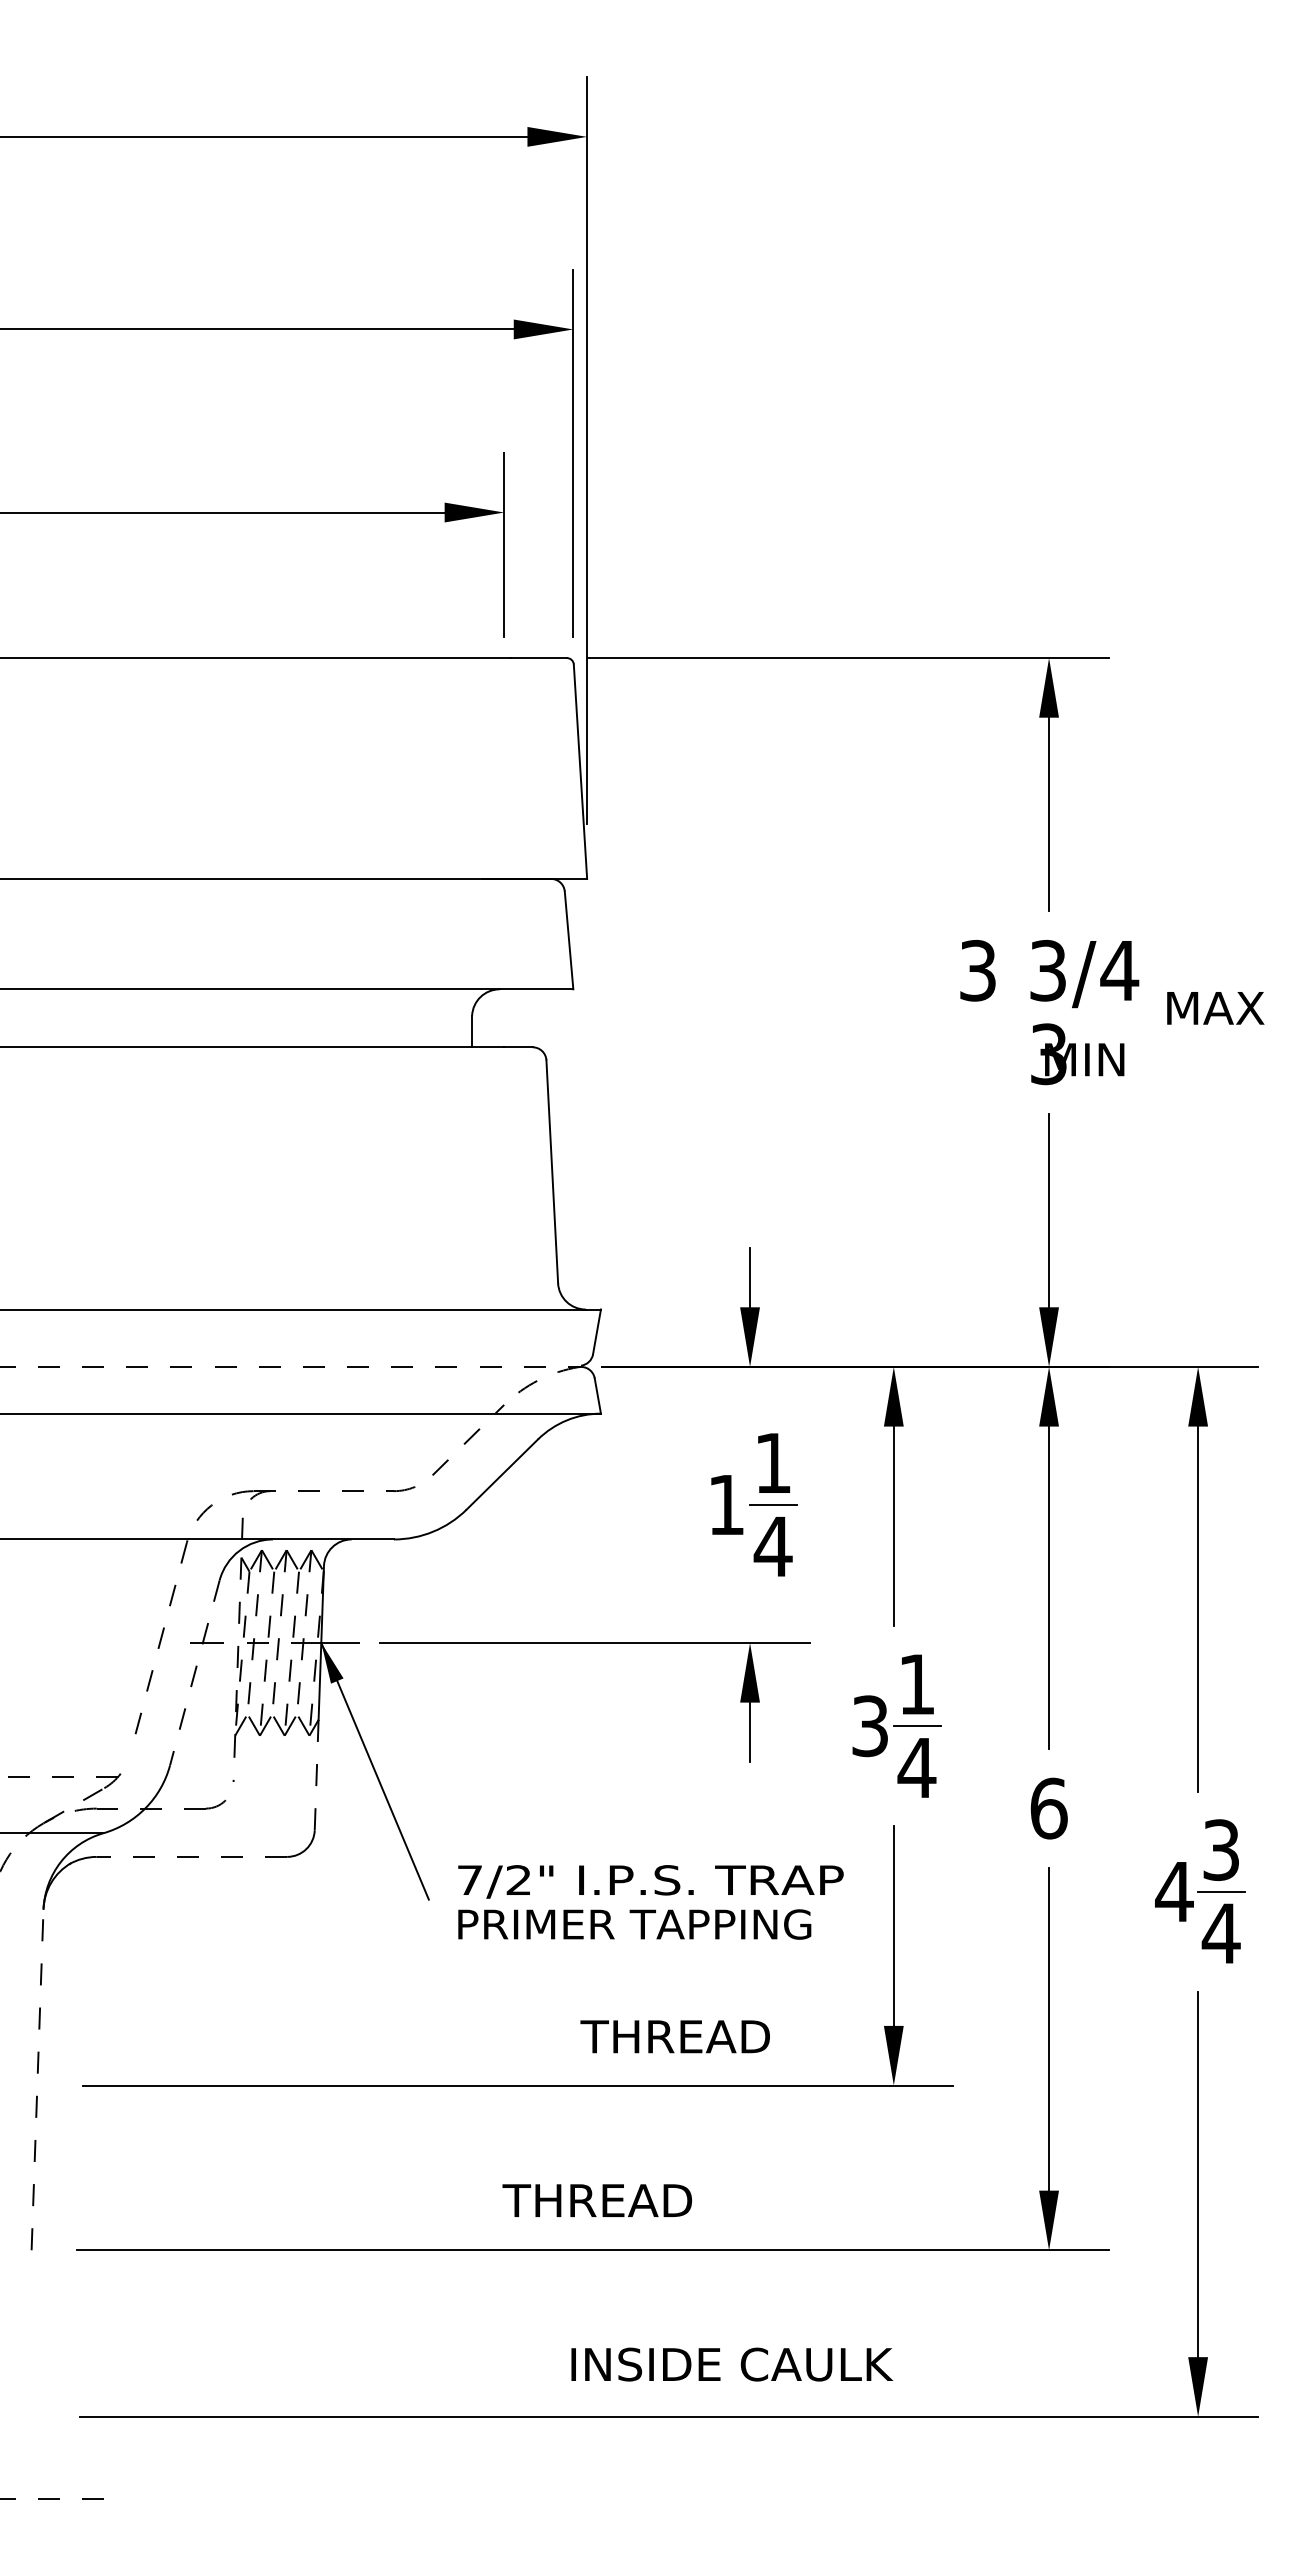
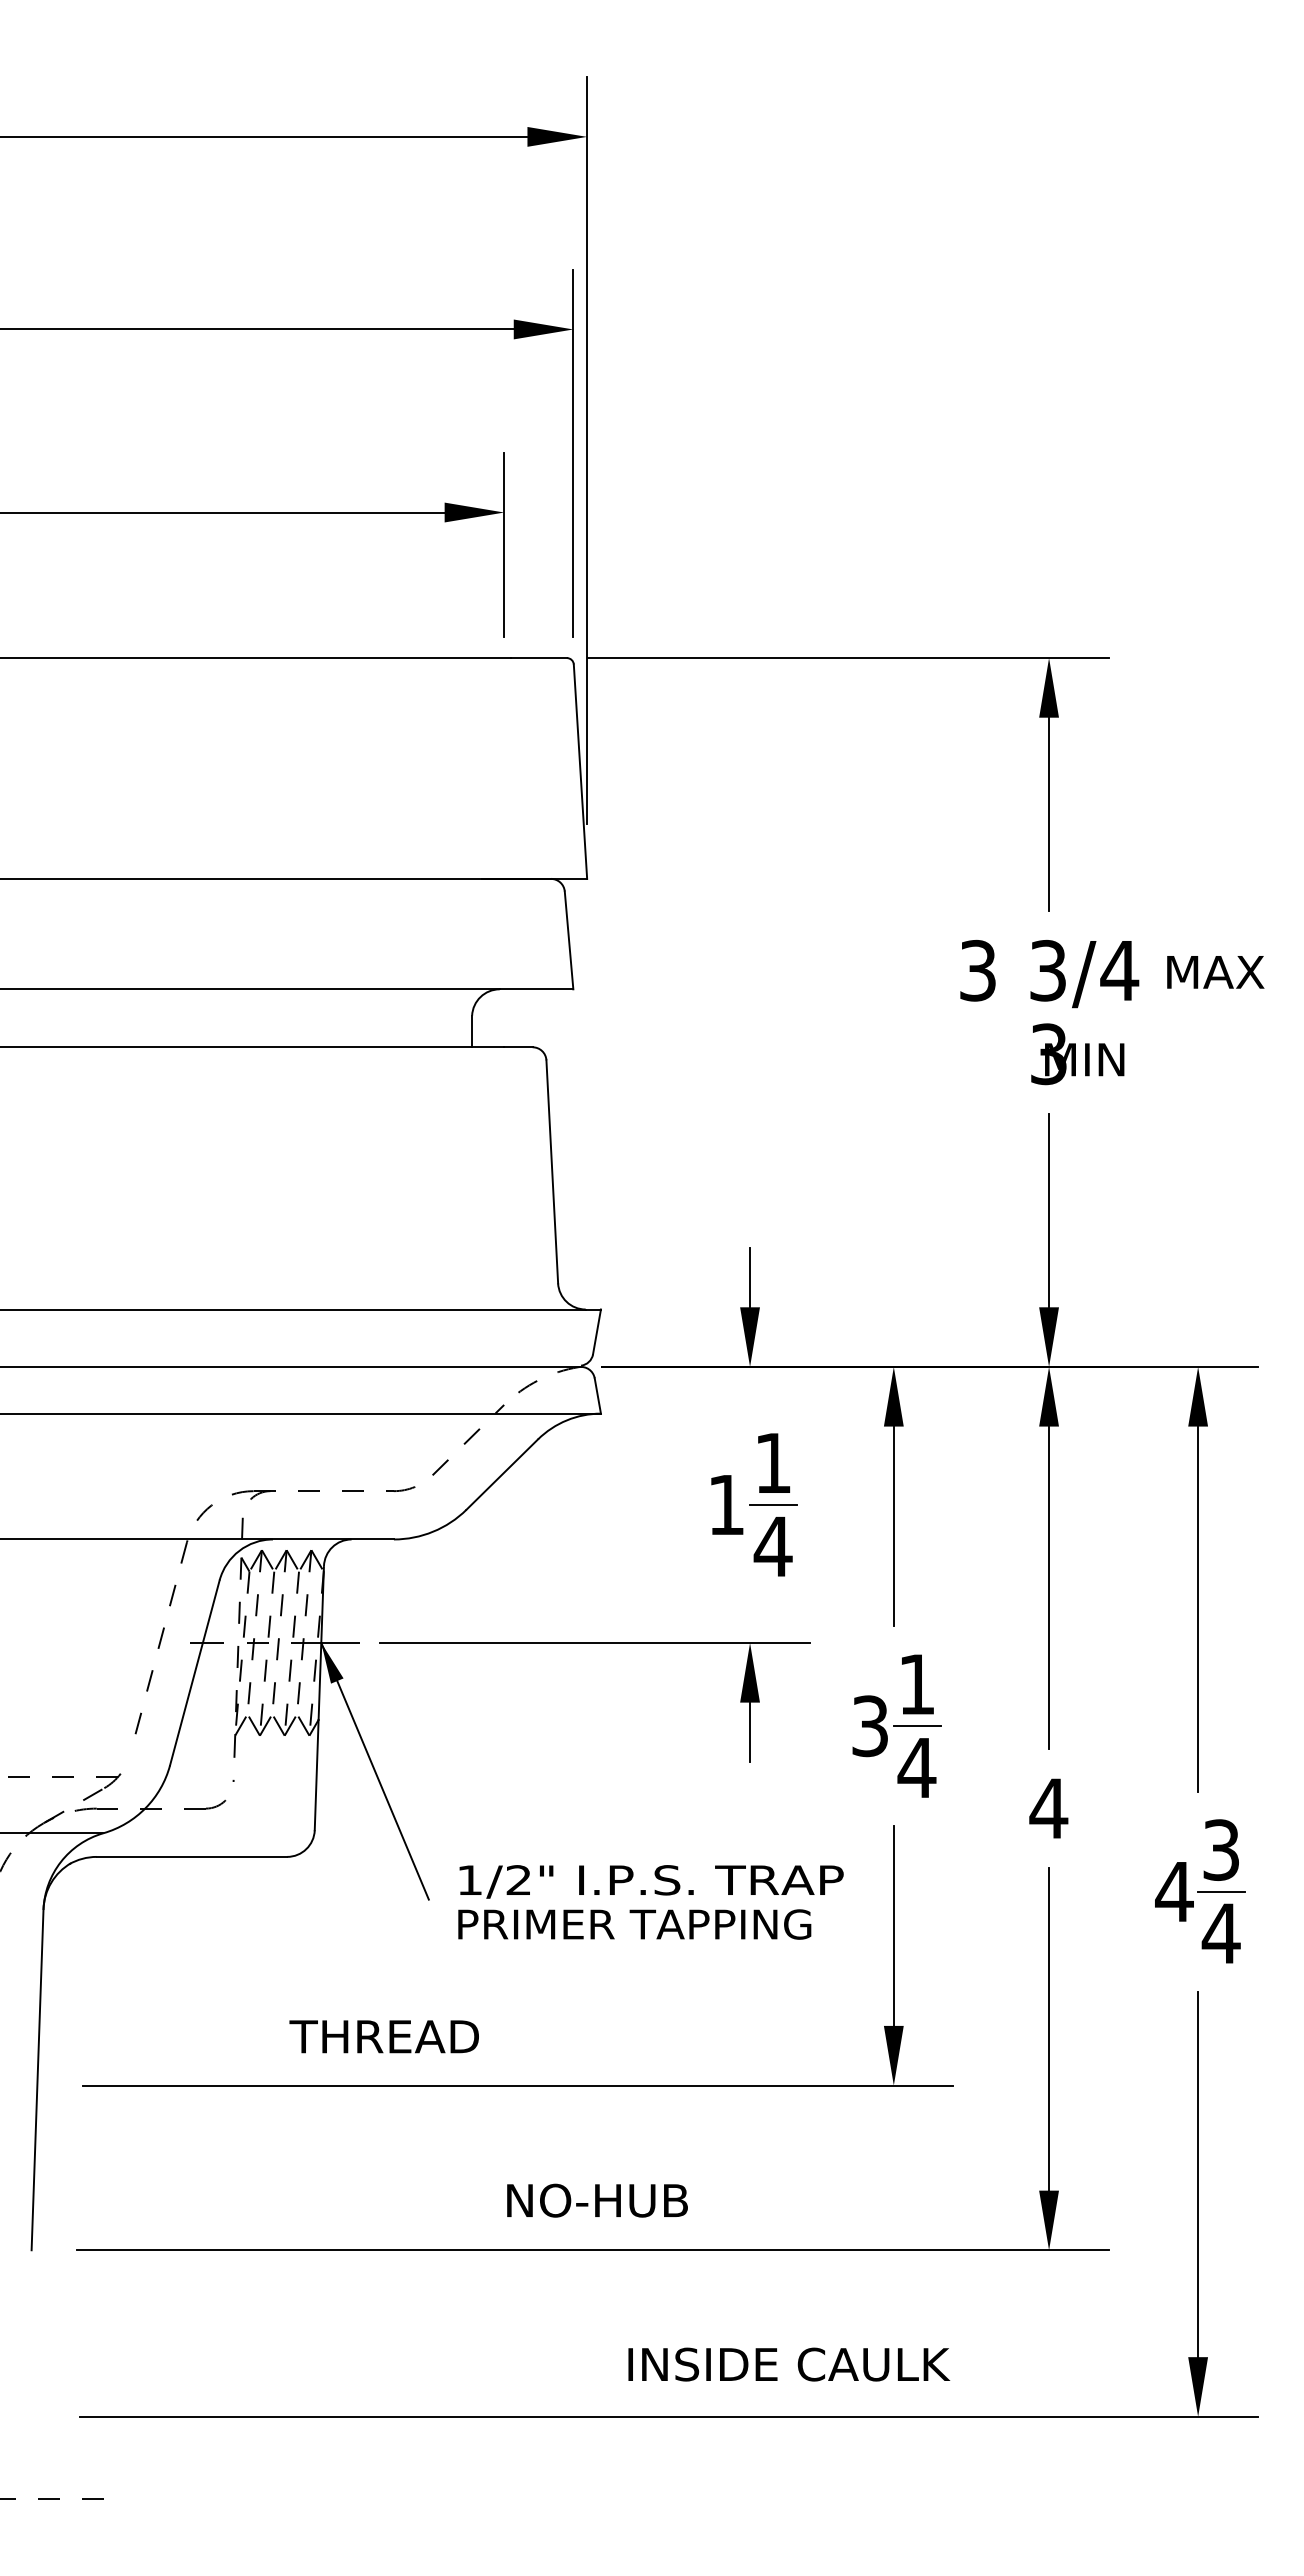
text at (1215, 1008) position: (1215, 1008) -> (1215, 972)
line at (291, 1366): dashed -> solid
line at (194, 1672): dashed -> solid
line at (316, 1775): dashed -> solid
text at (1048, 1808): 6 -> 4
line at (191, 1856): dashed -> solid
text at (469, 1879): 7/2" -> 1/2"
text at (674, 2036) position: (674, 2036) -> (383, 2036)
line at (37, 2079): dashed -> solid
text at (597, 2200): THREAD -> NO-HUB
text at (732, 2364) position: (732, 2364) -> (789, 2364)
